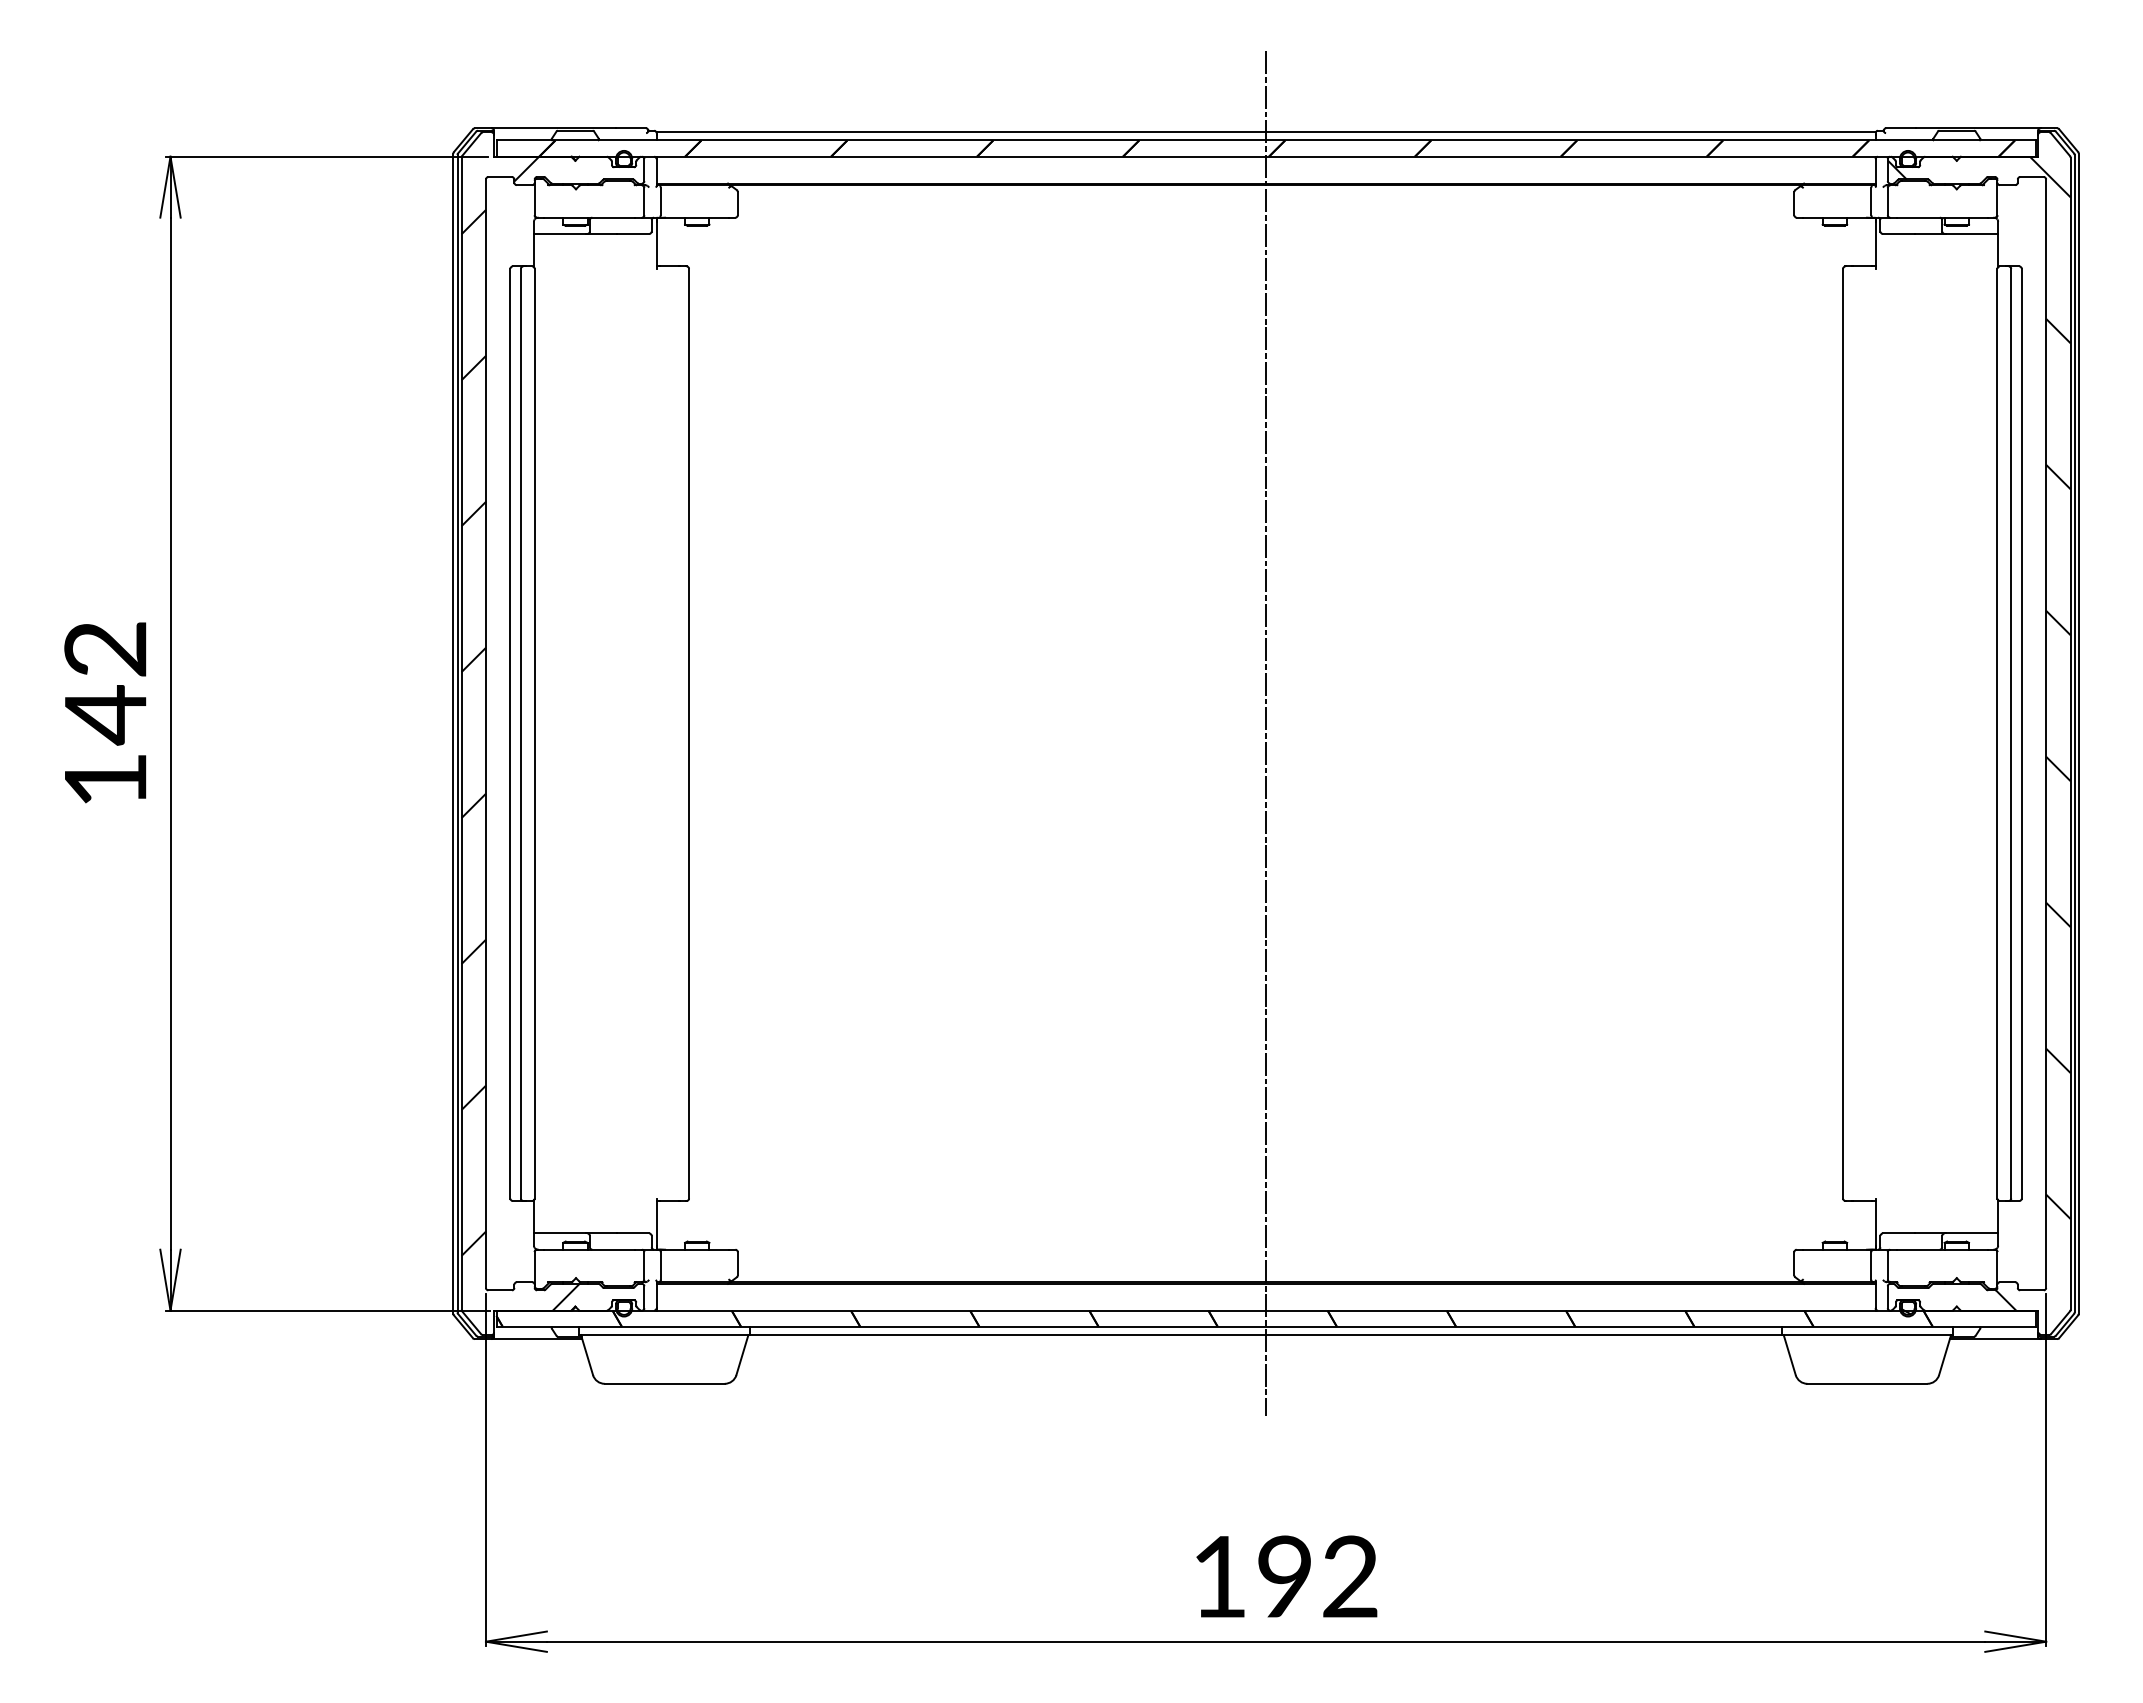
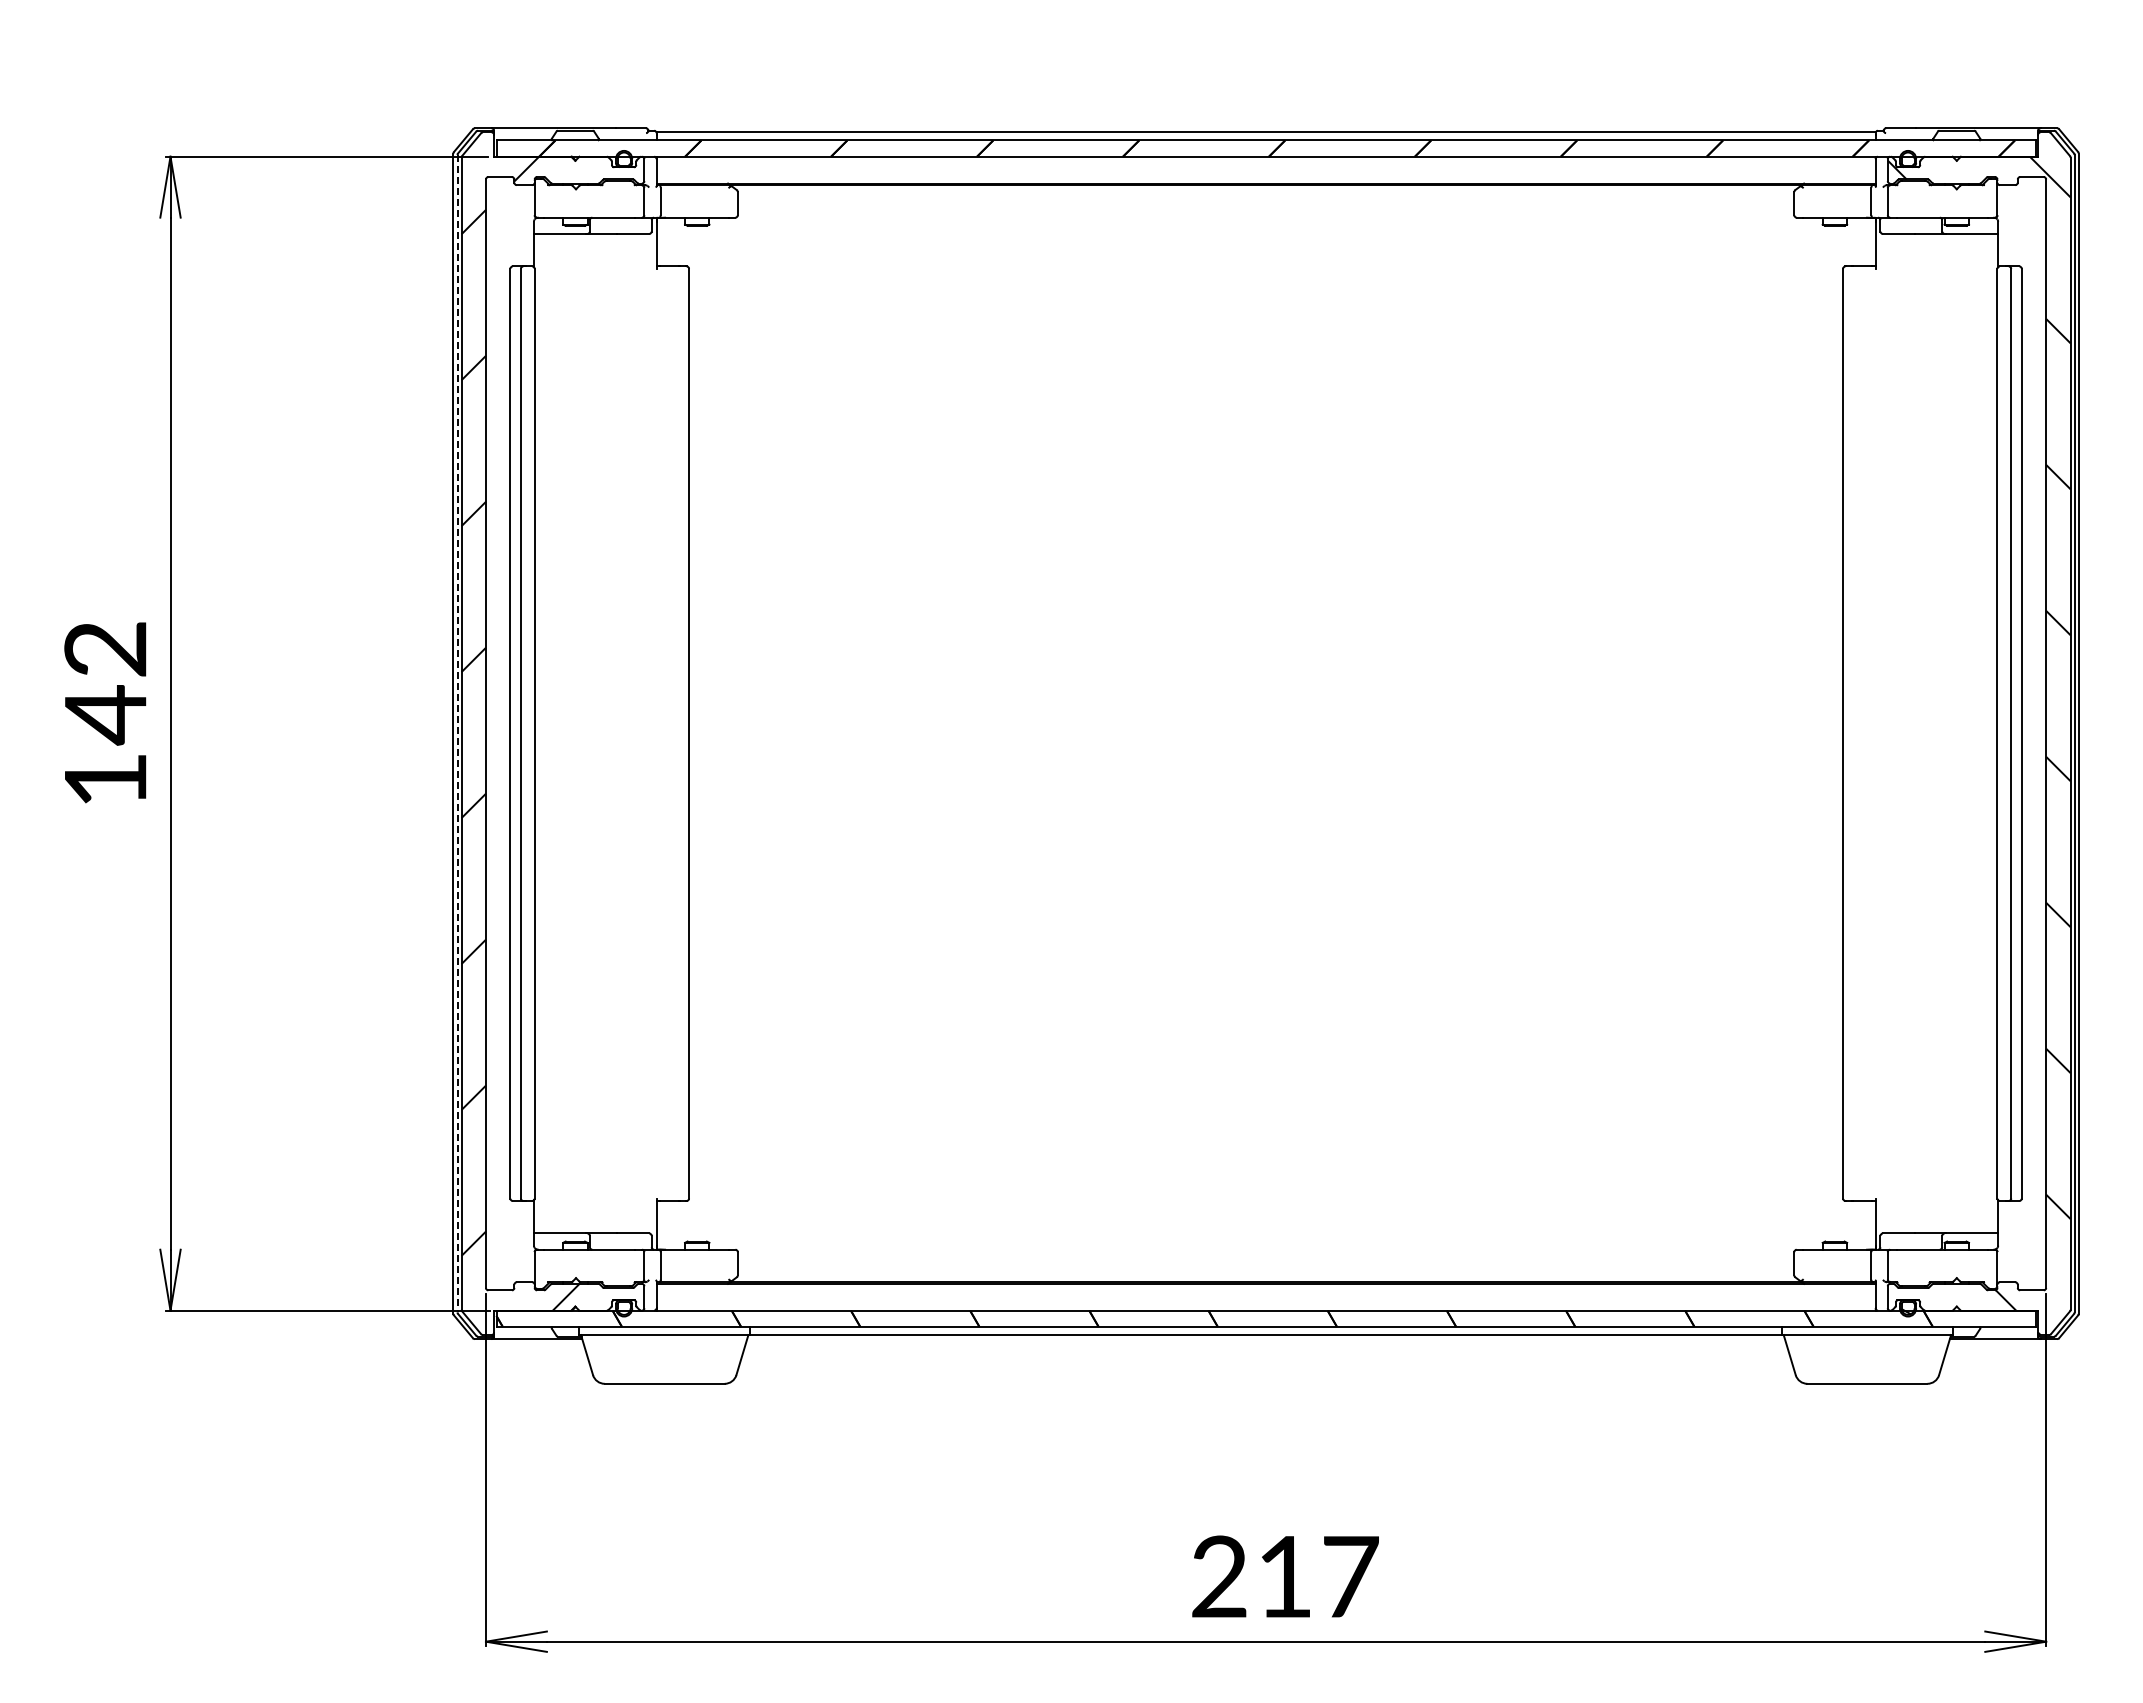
line at (457, 733): solid -> dashed
line at (1266, 733): present -> none
text at (1285, 1576): 192 -> 217
